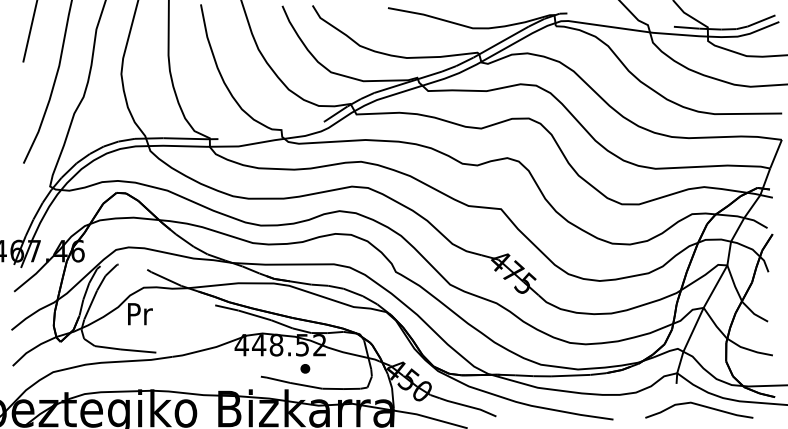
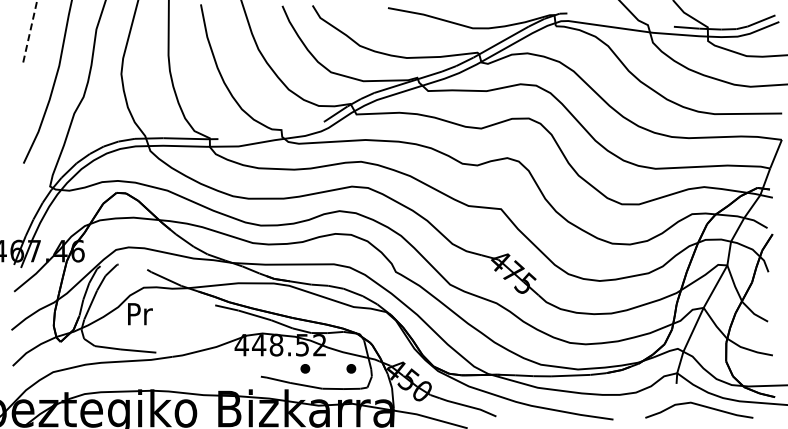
line at (30, 31): solid -> dashed
part at (351, 368): none -> present
